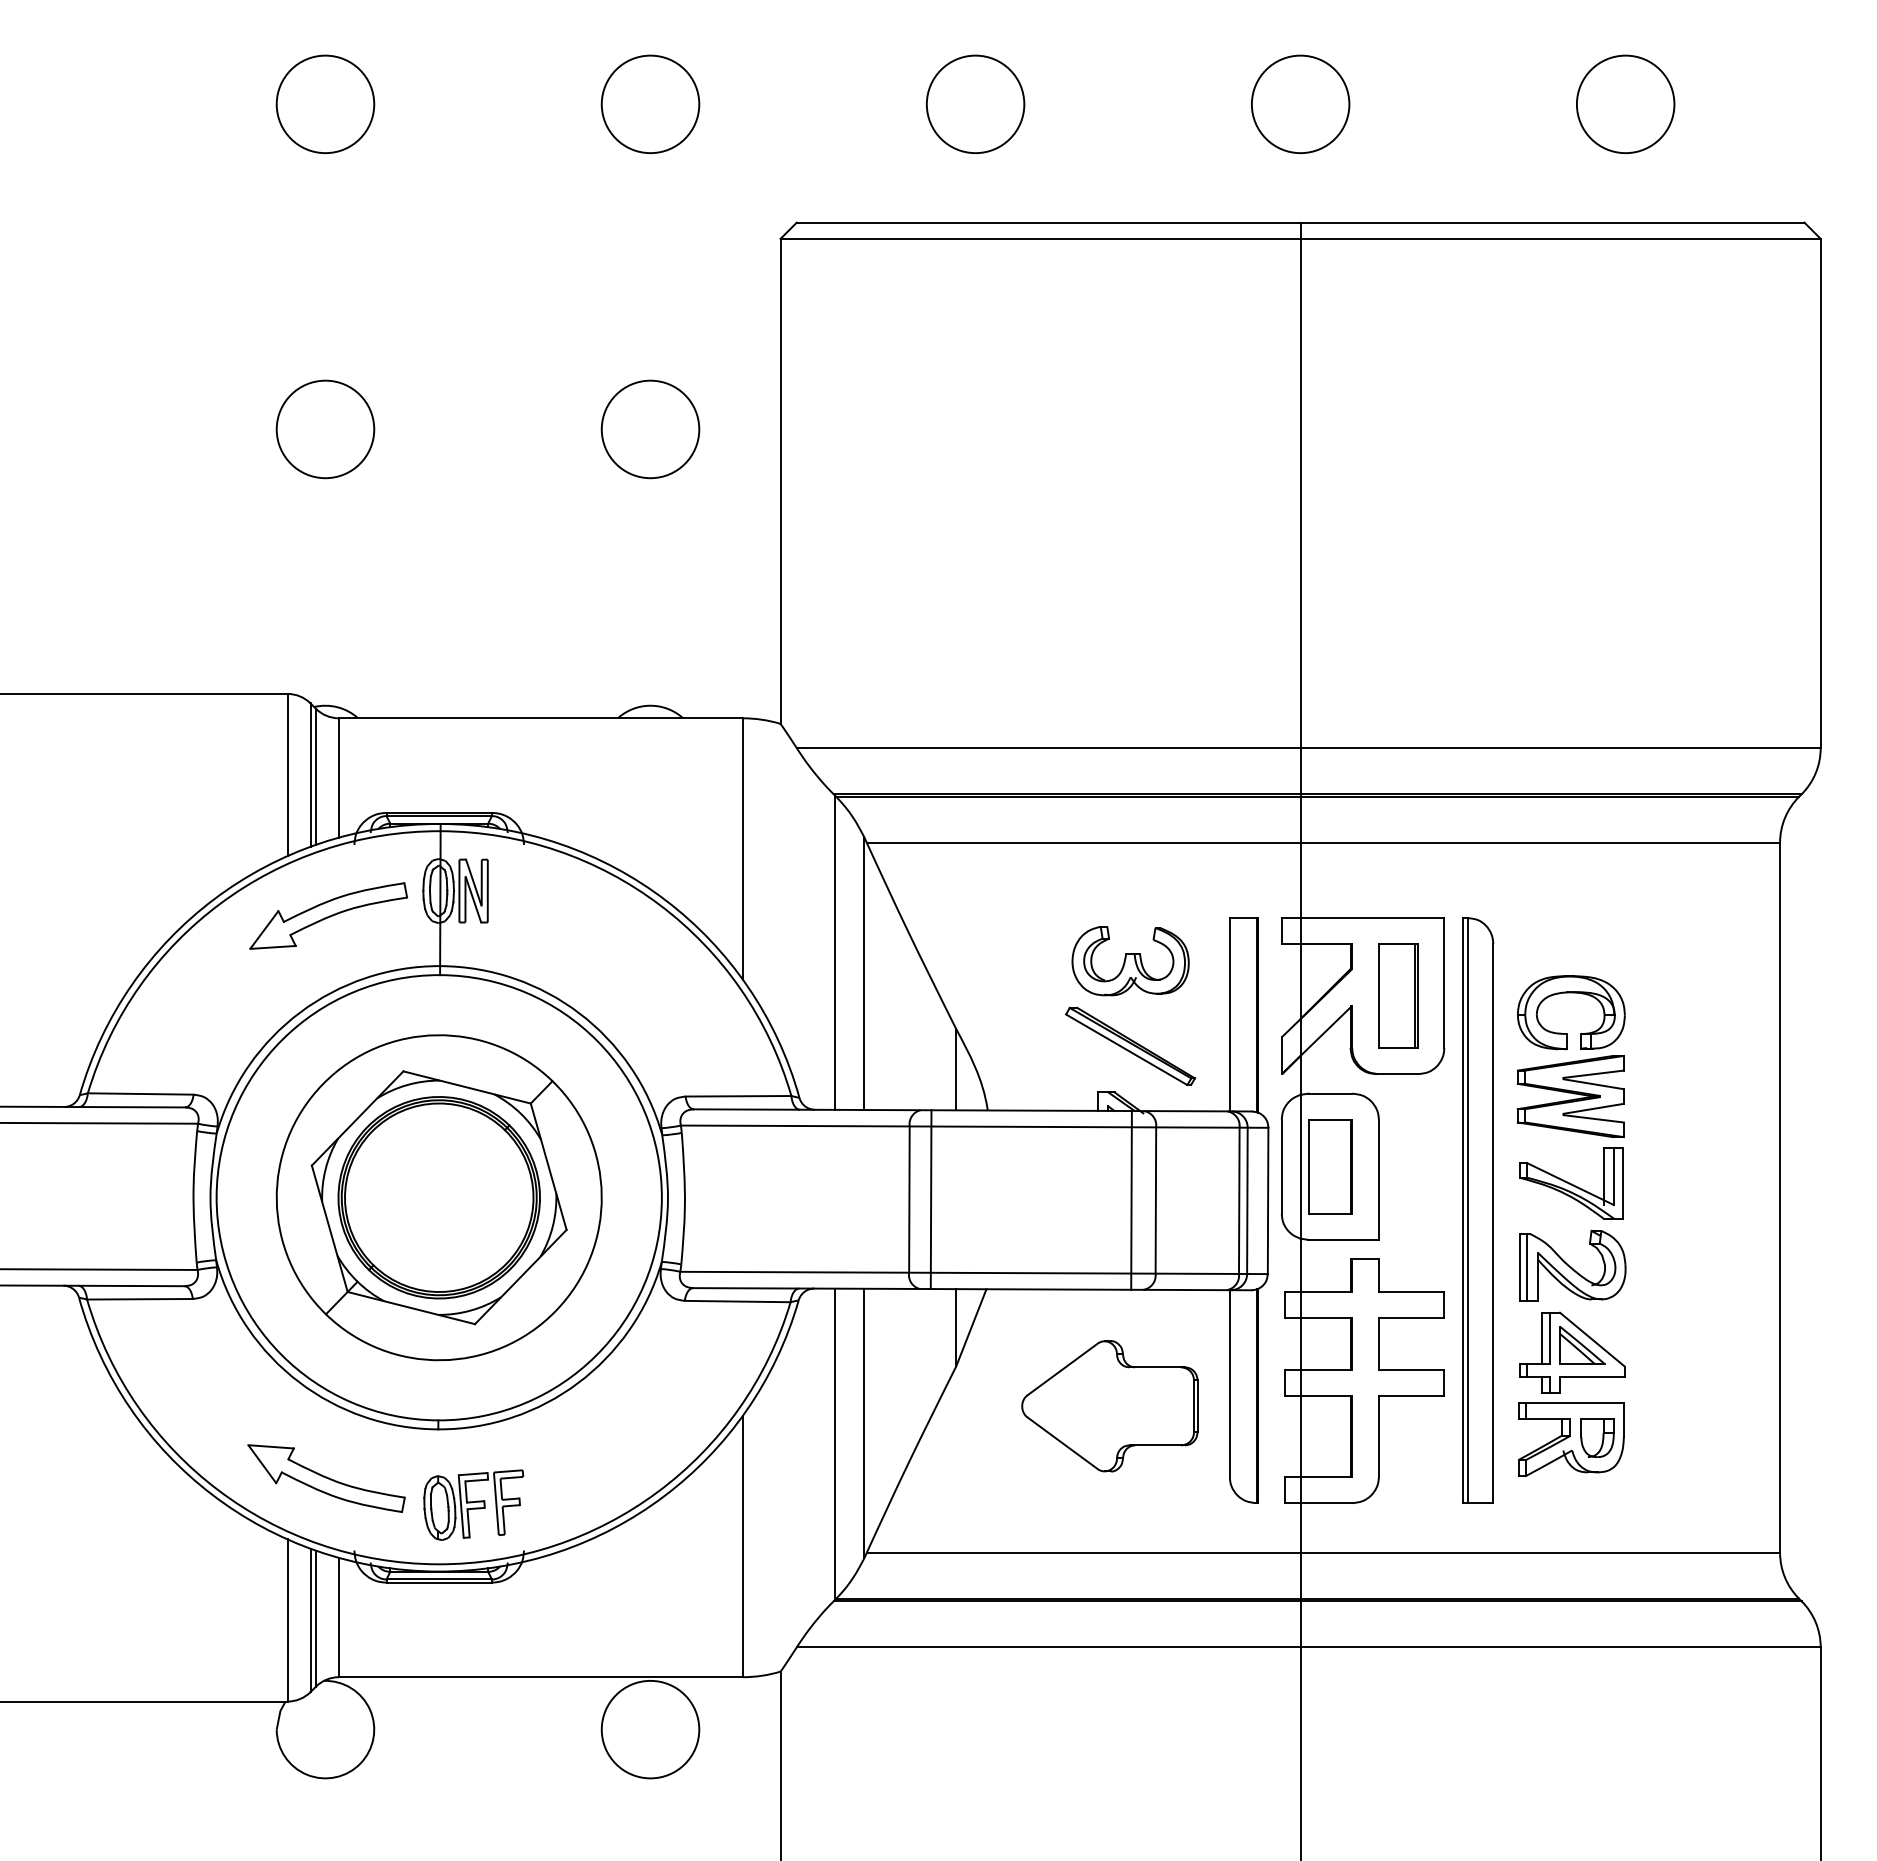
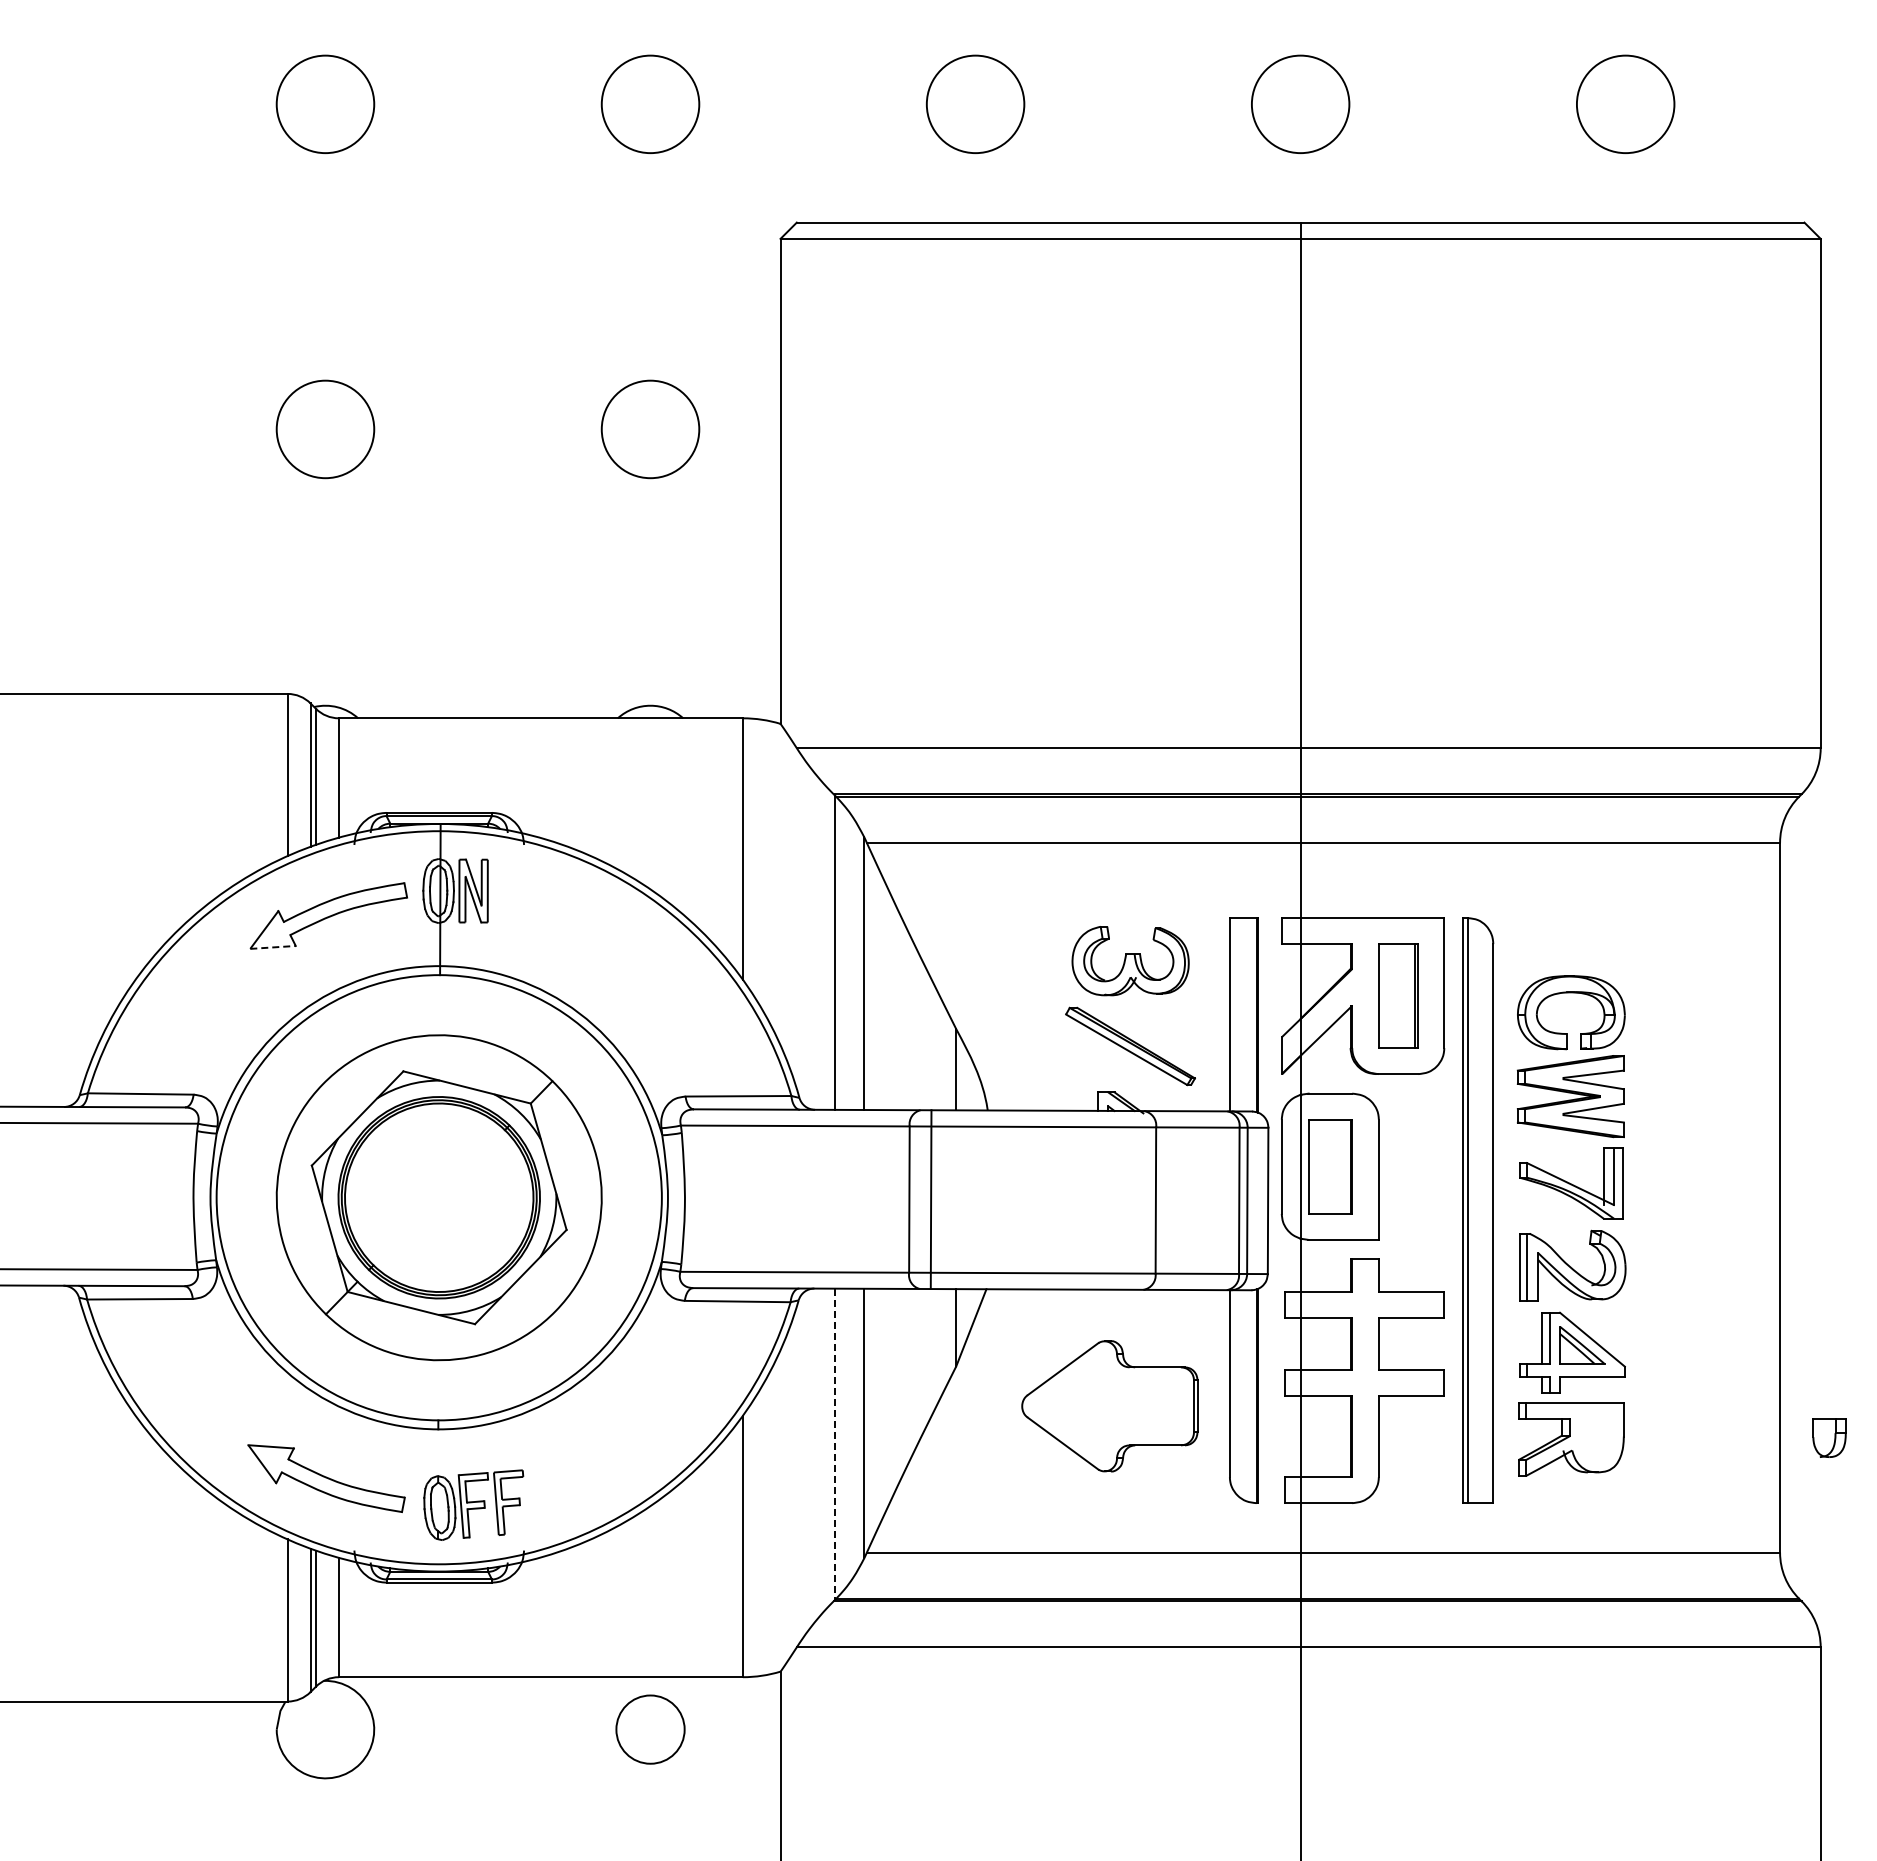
line at (273, 947): solid -> dashed
line at (1131, 1200): present -> none
part at (1597, 1437) position: (1597, 1437) -> (1829, 1437)
line at (834, 1444): solid -> dashed
circle at (650, 1729) diameter: 98 px -> 68 px
